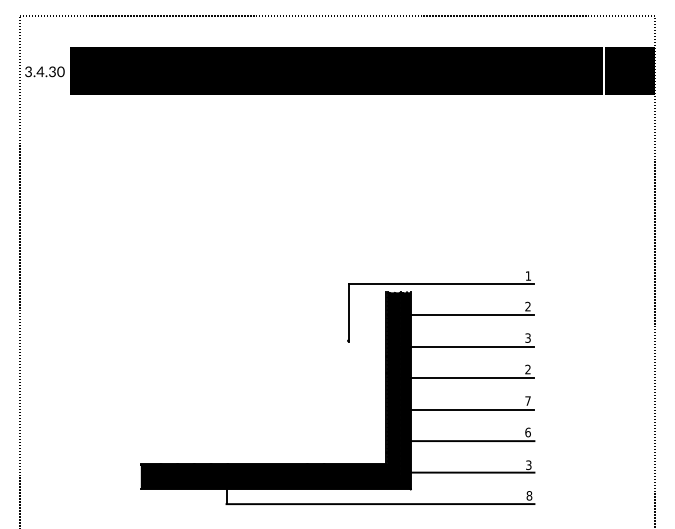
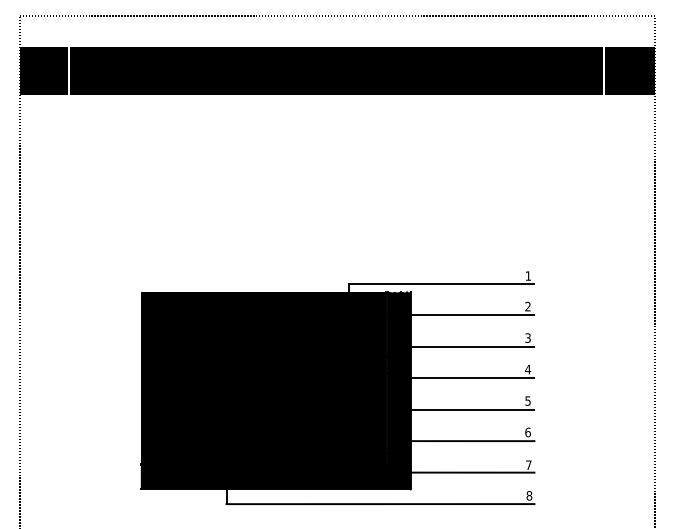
fill at (44, 71): none -> present
text at (528, 369): 2 -> 4
fill at (263, 377): none -> present
text at (527, 400): 7 -> 5
text at (528, 465): 3 -> 7
